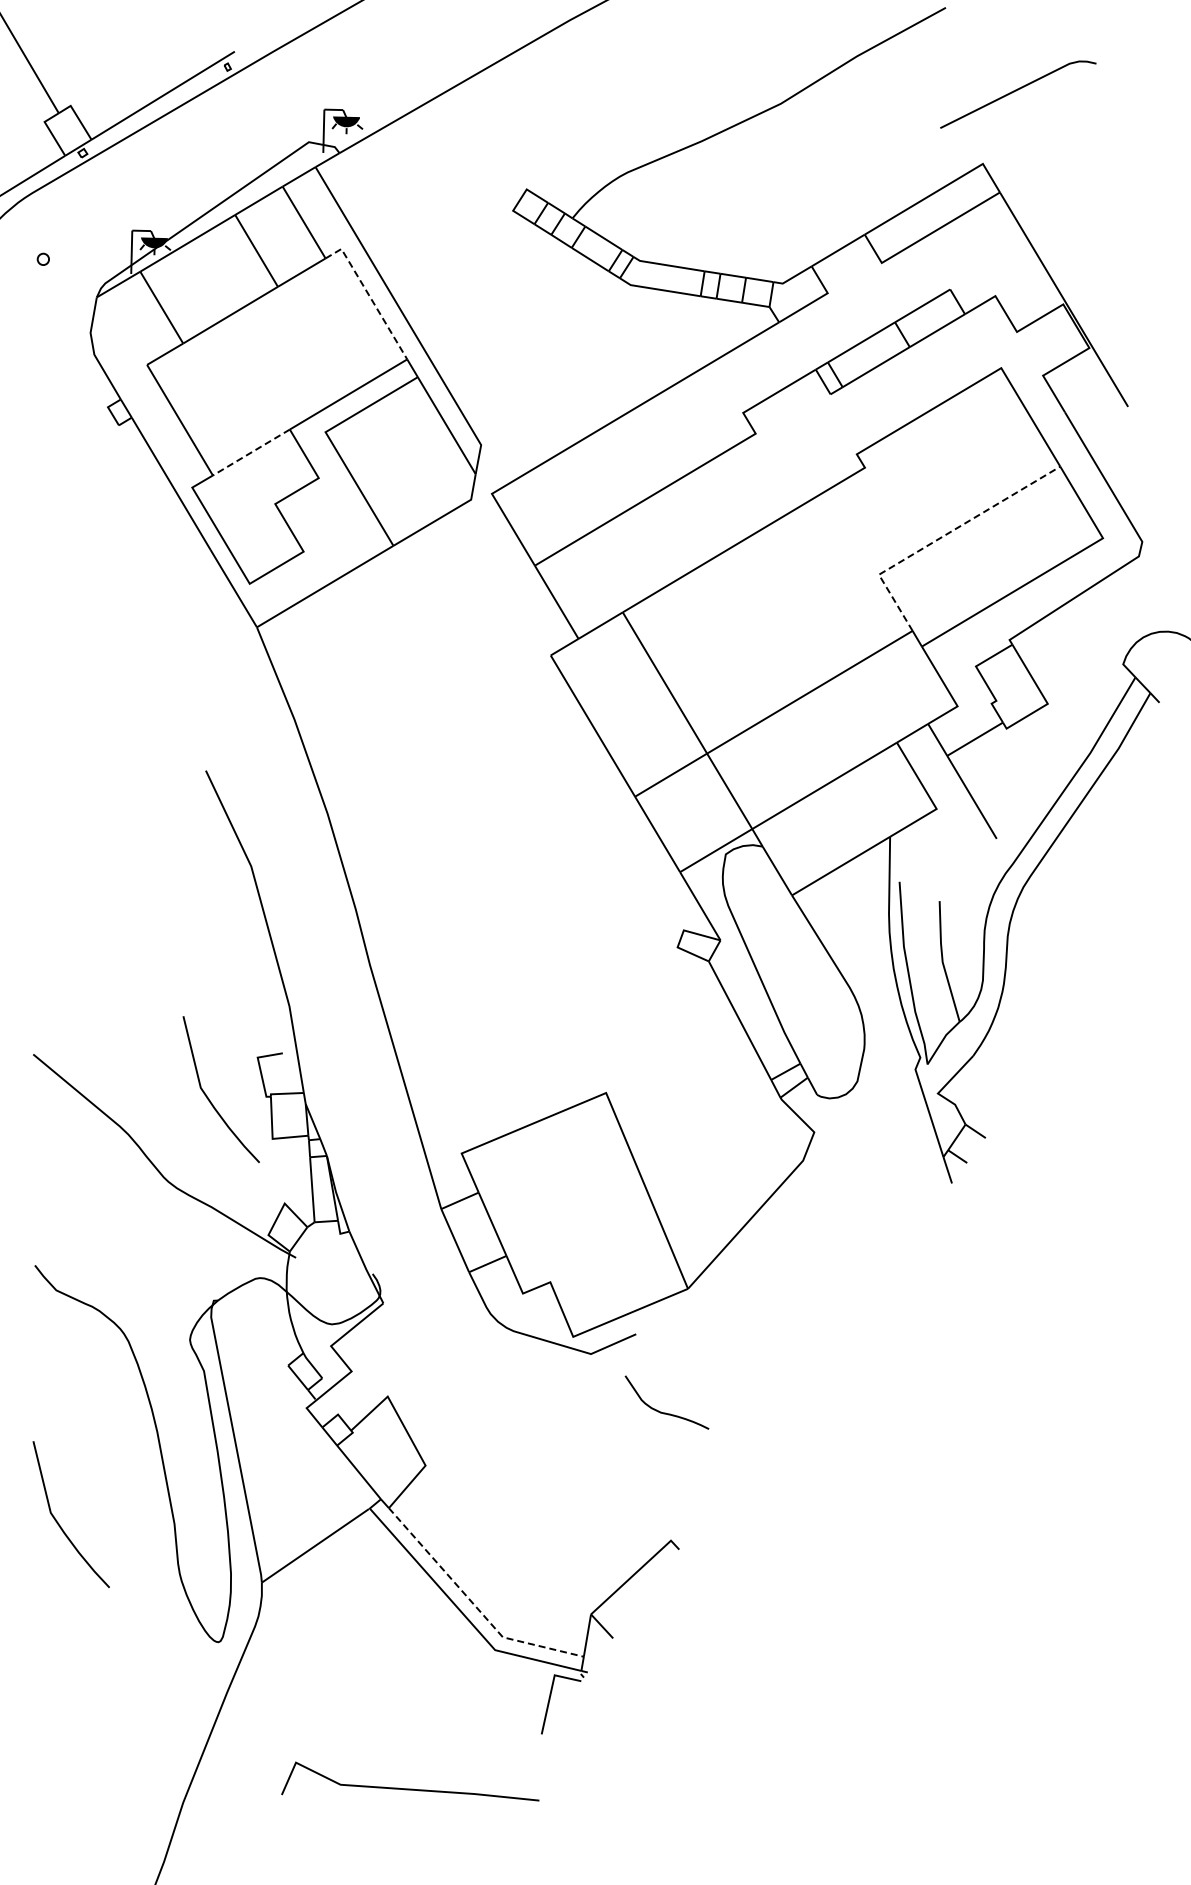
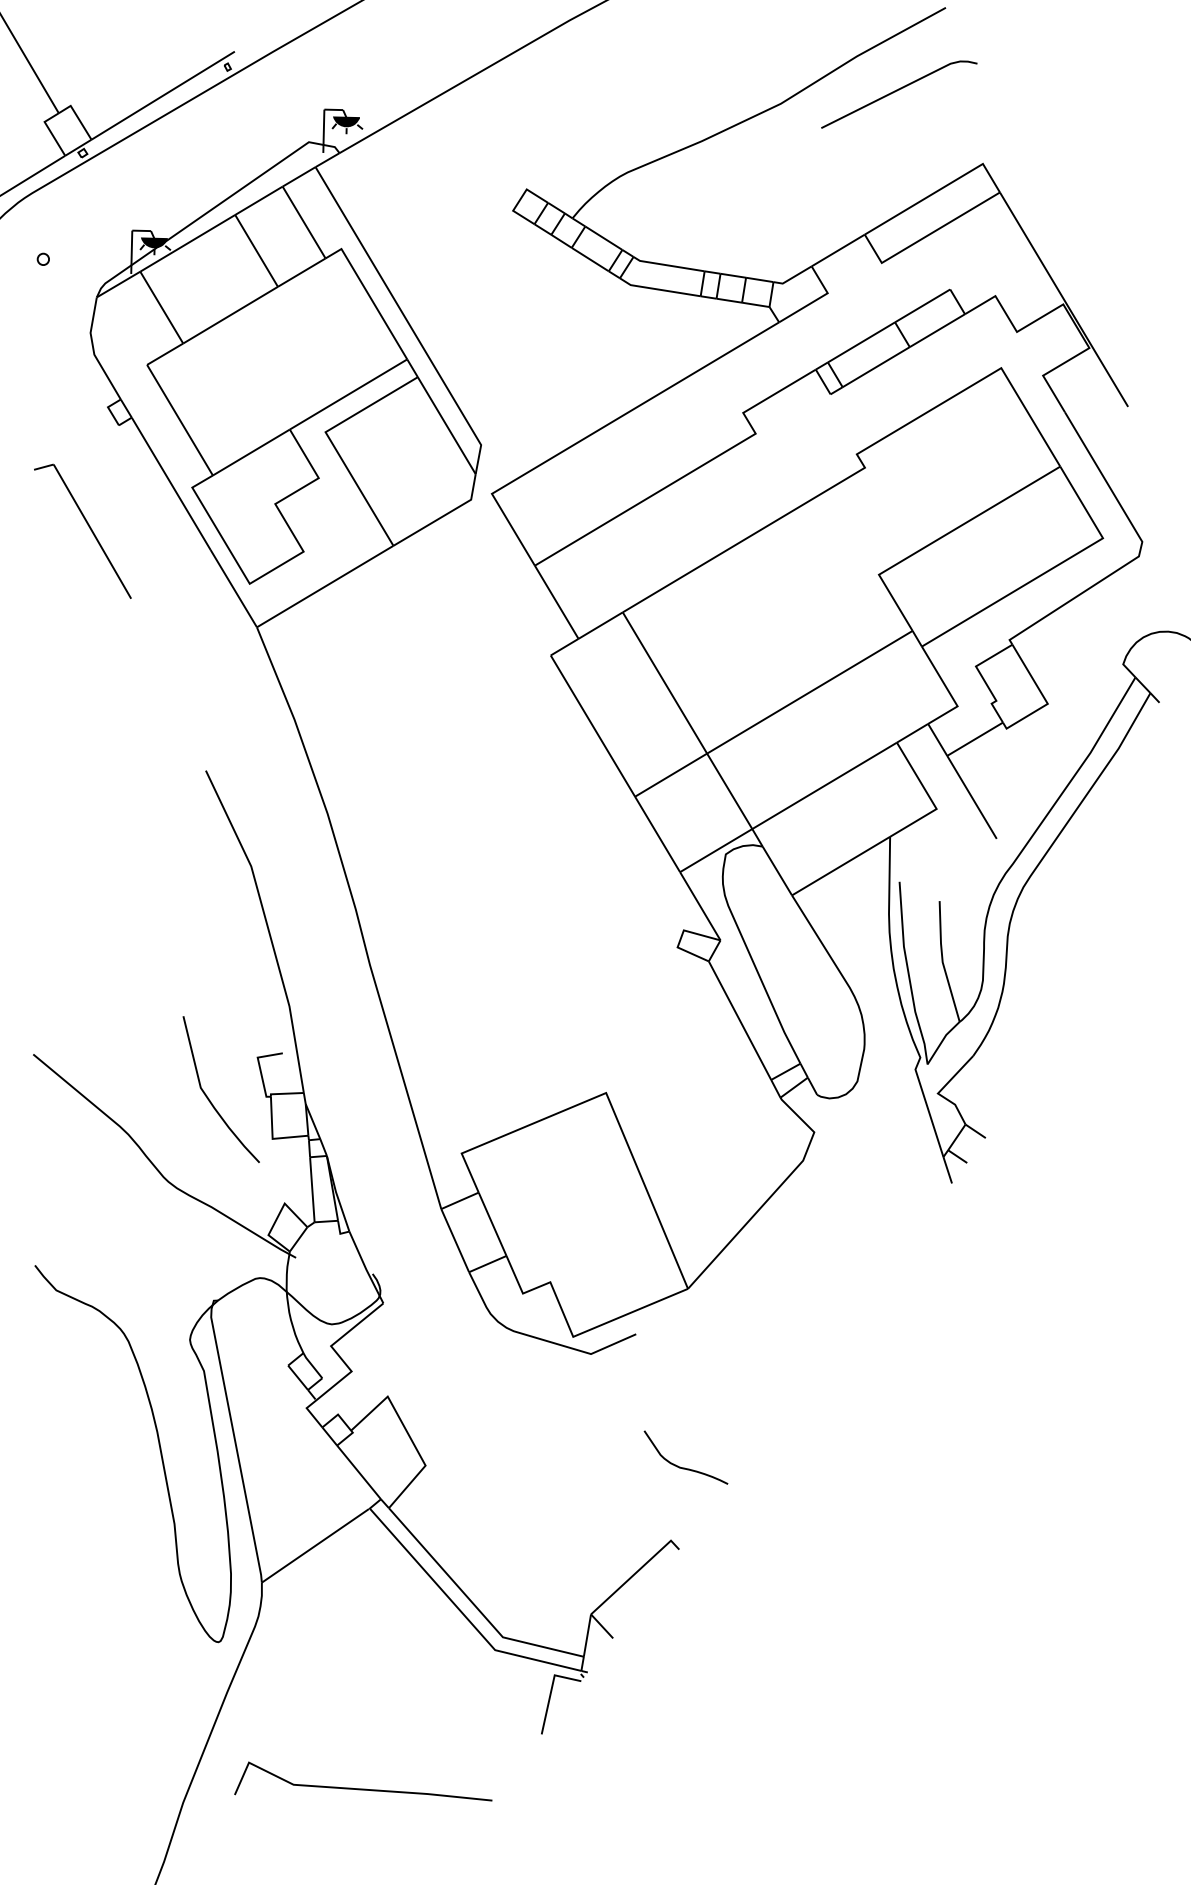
line at (1016, 91) position: (1016, 91) -> (897, 91)
line at (369, 296): dashed -> solid
line at (251, 452): dashed -> solid
part at (87, 525): none -> present
line at (941, 537): dashed -> solid
curve at (665, 1412) position: (665, 1412) -> (684, 1467)
curve at (59, 1523): present -> none
line at (473, 1604): dashed -> solid
line at (410, 1788) position: (410, 1788) -> (363, 1788)
